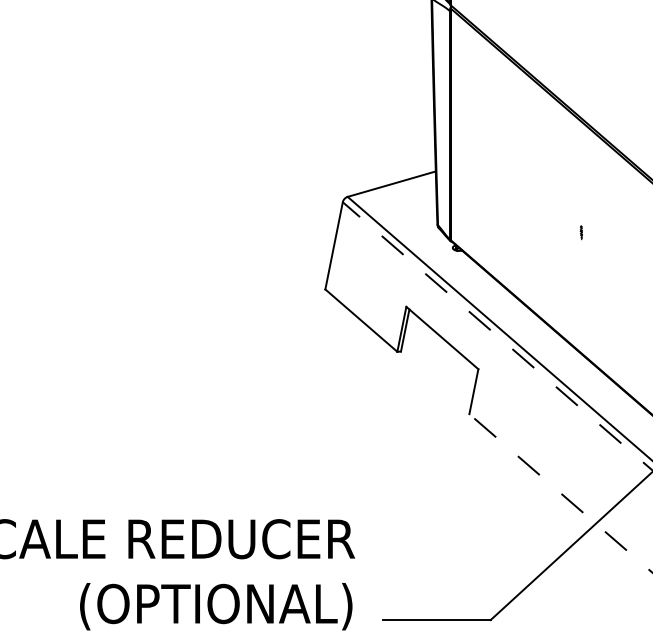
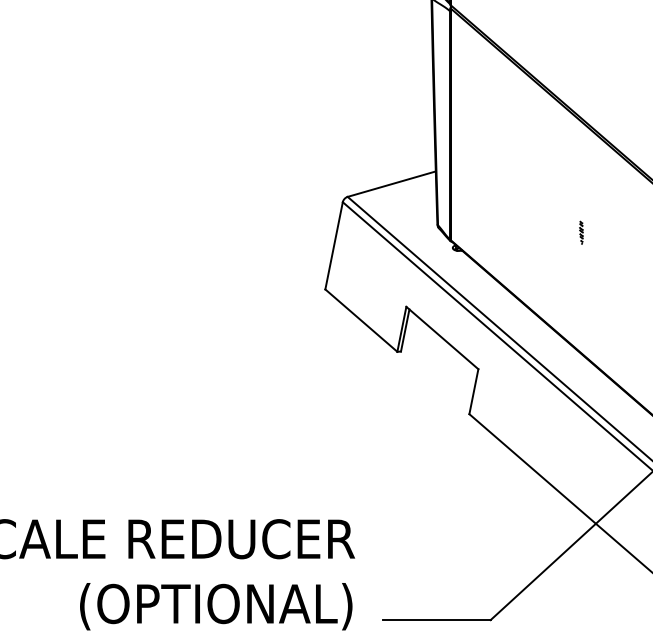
part at (580, 232) size: 4x16 px -> 5x25 px
line at (497, 336): dashed -> solid
line at (560, 493): dashed -> solid
